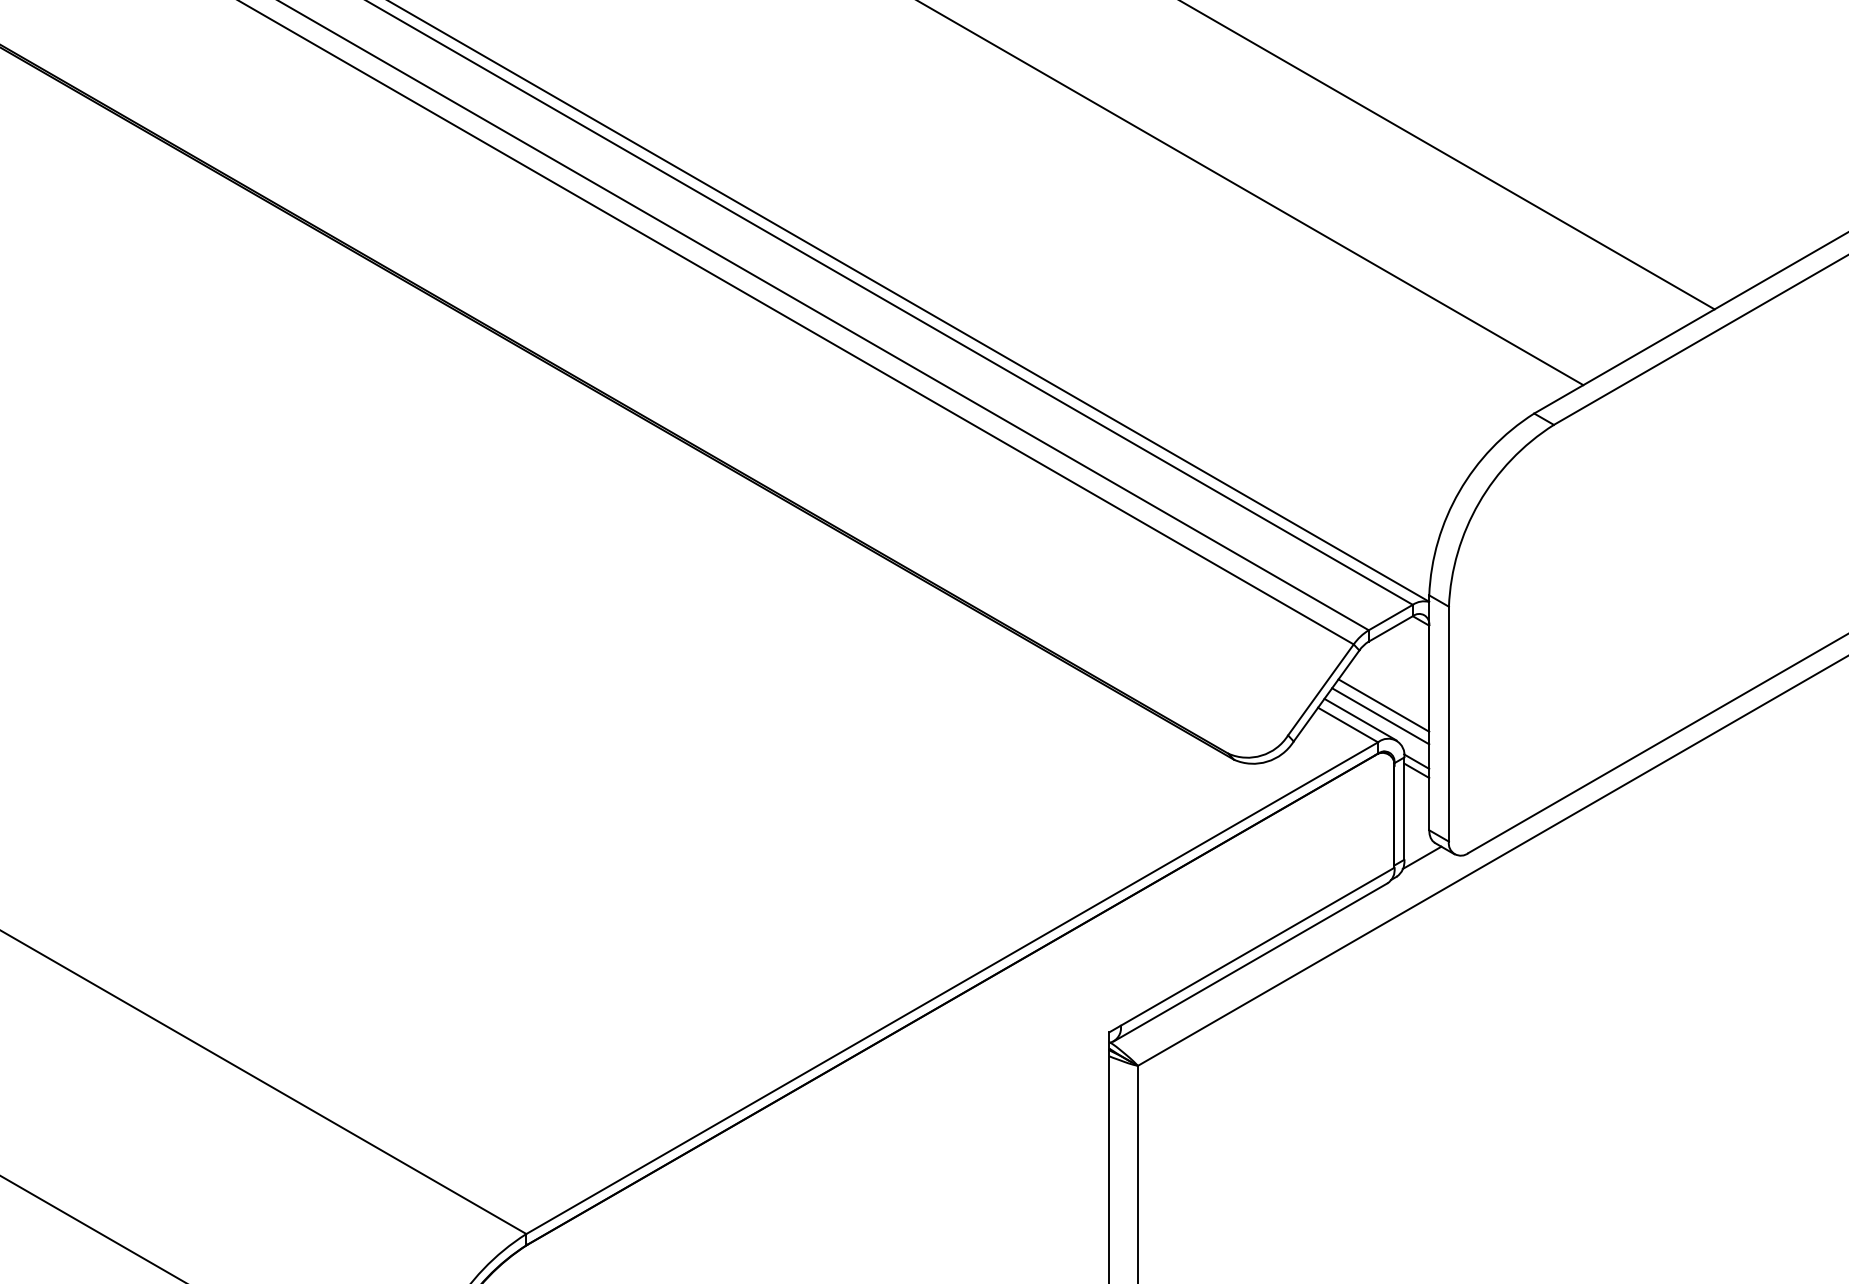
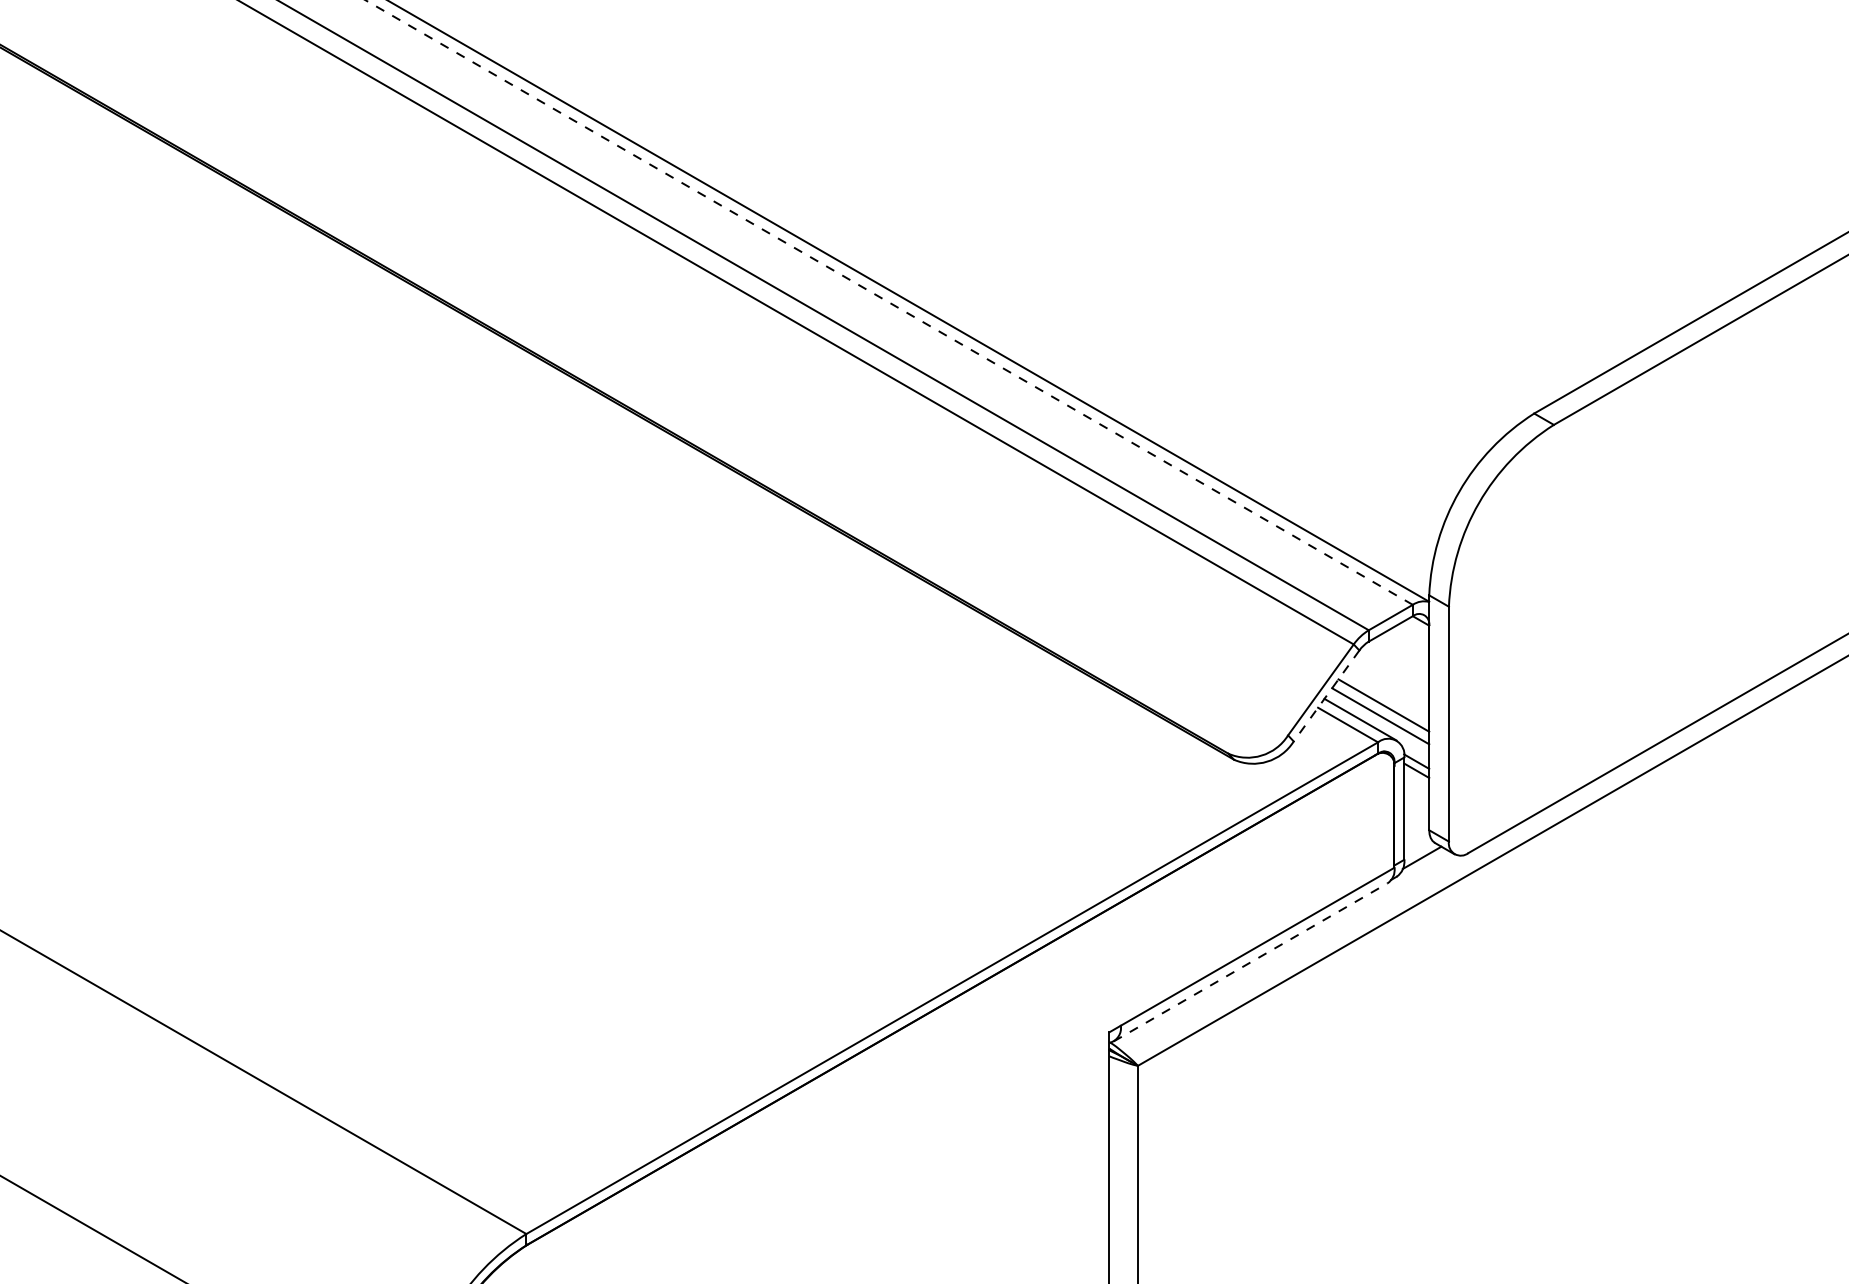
line at (1448, 155): present -> none
line at (1251, 193): present -> none
line at (888, 302): solid -> dashed
line at (1326, 696): solid -> dashed
line at (1250, 962): solid -> dashed
